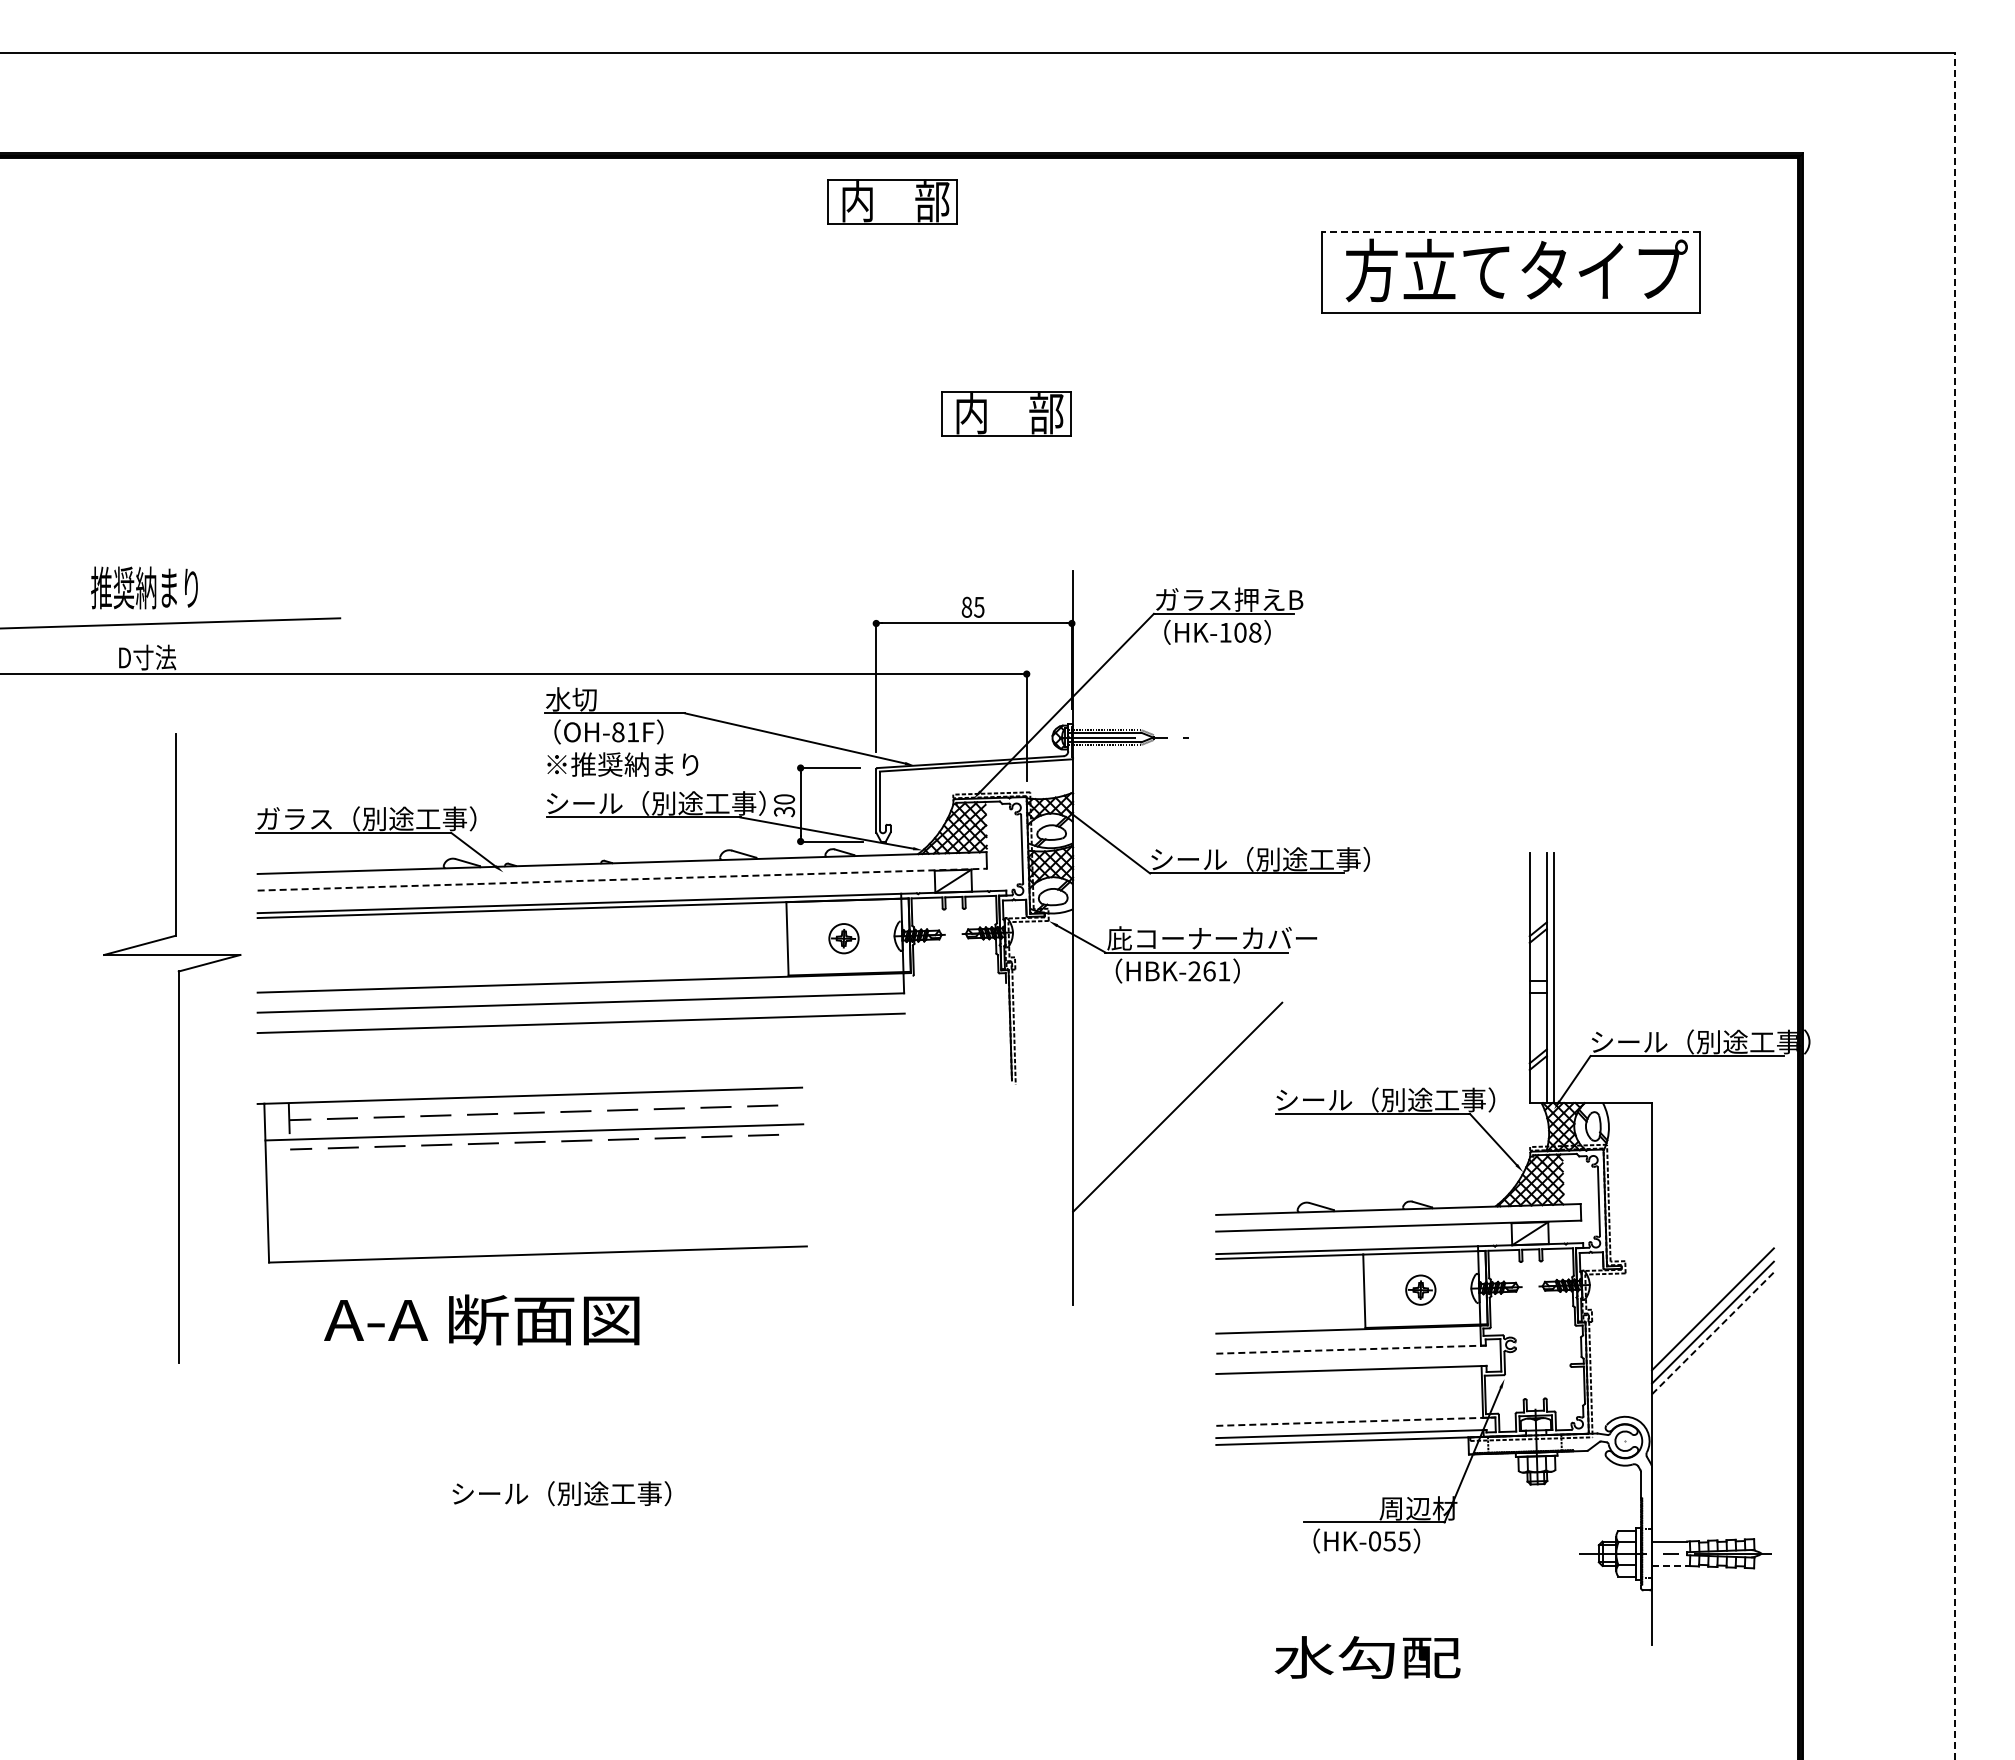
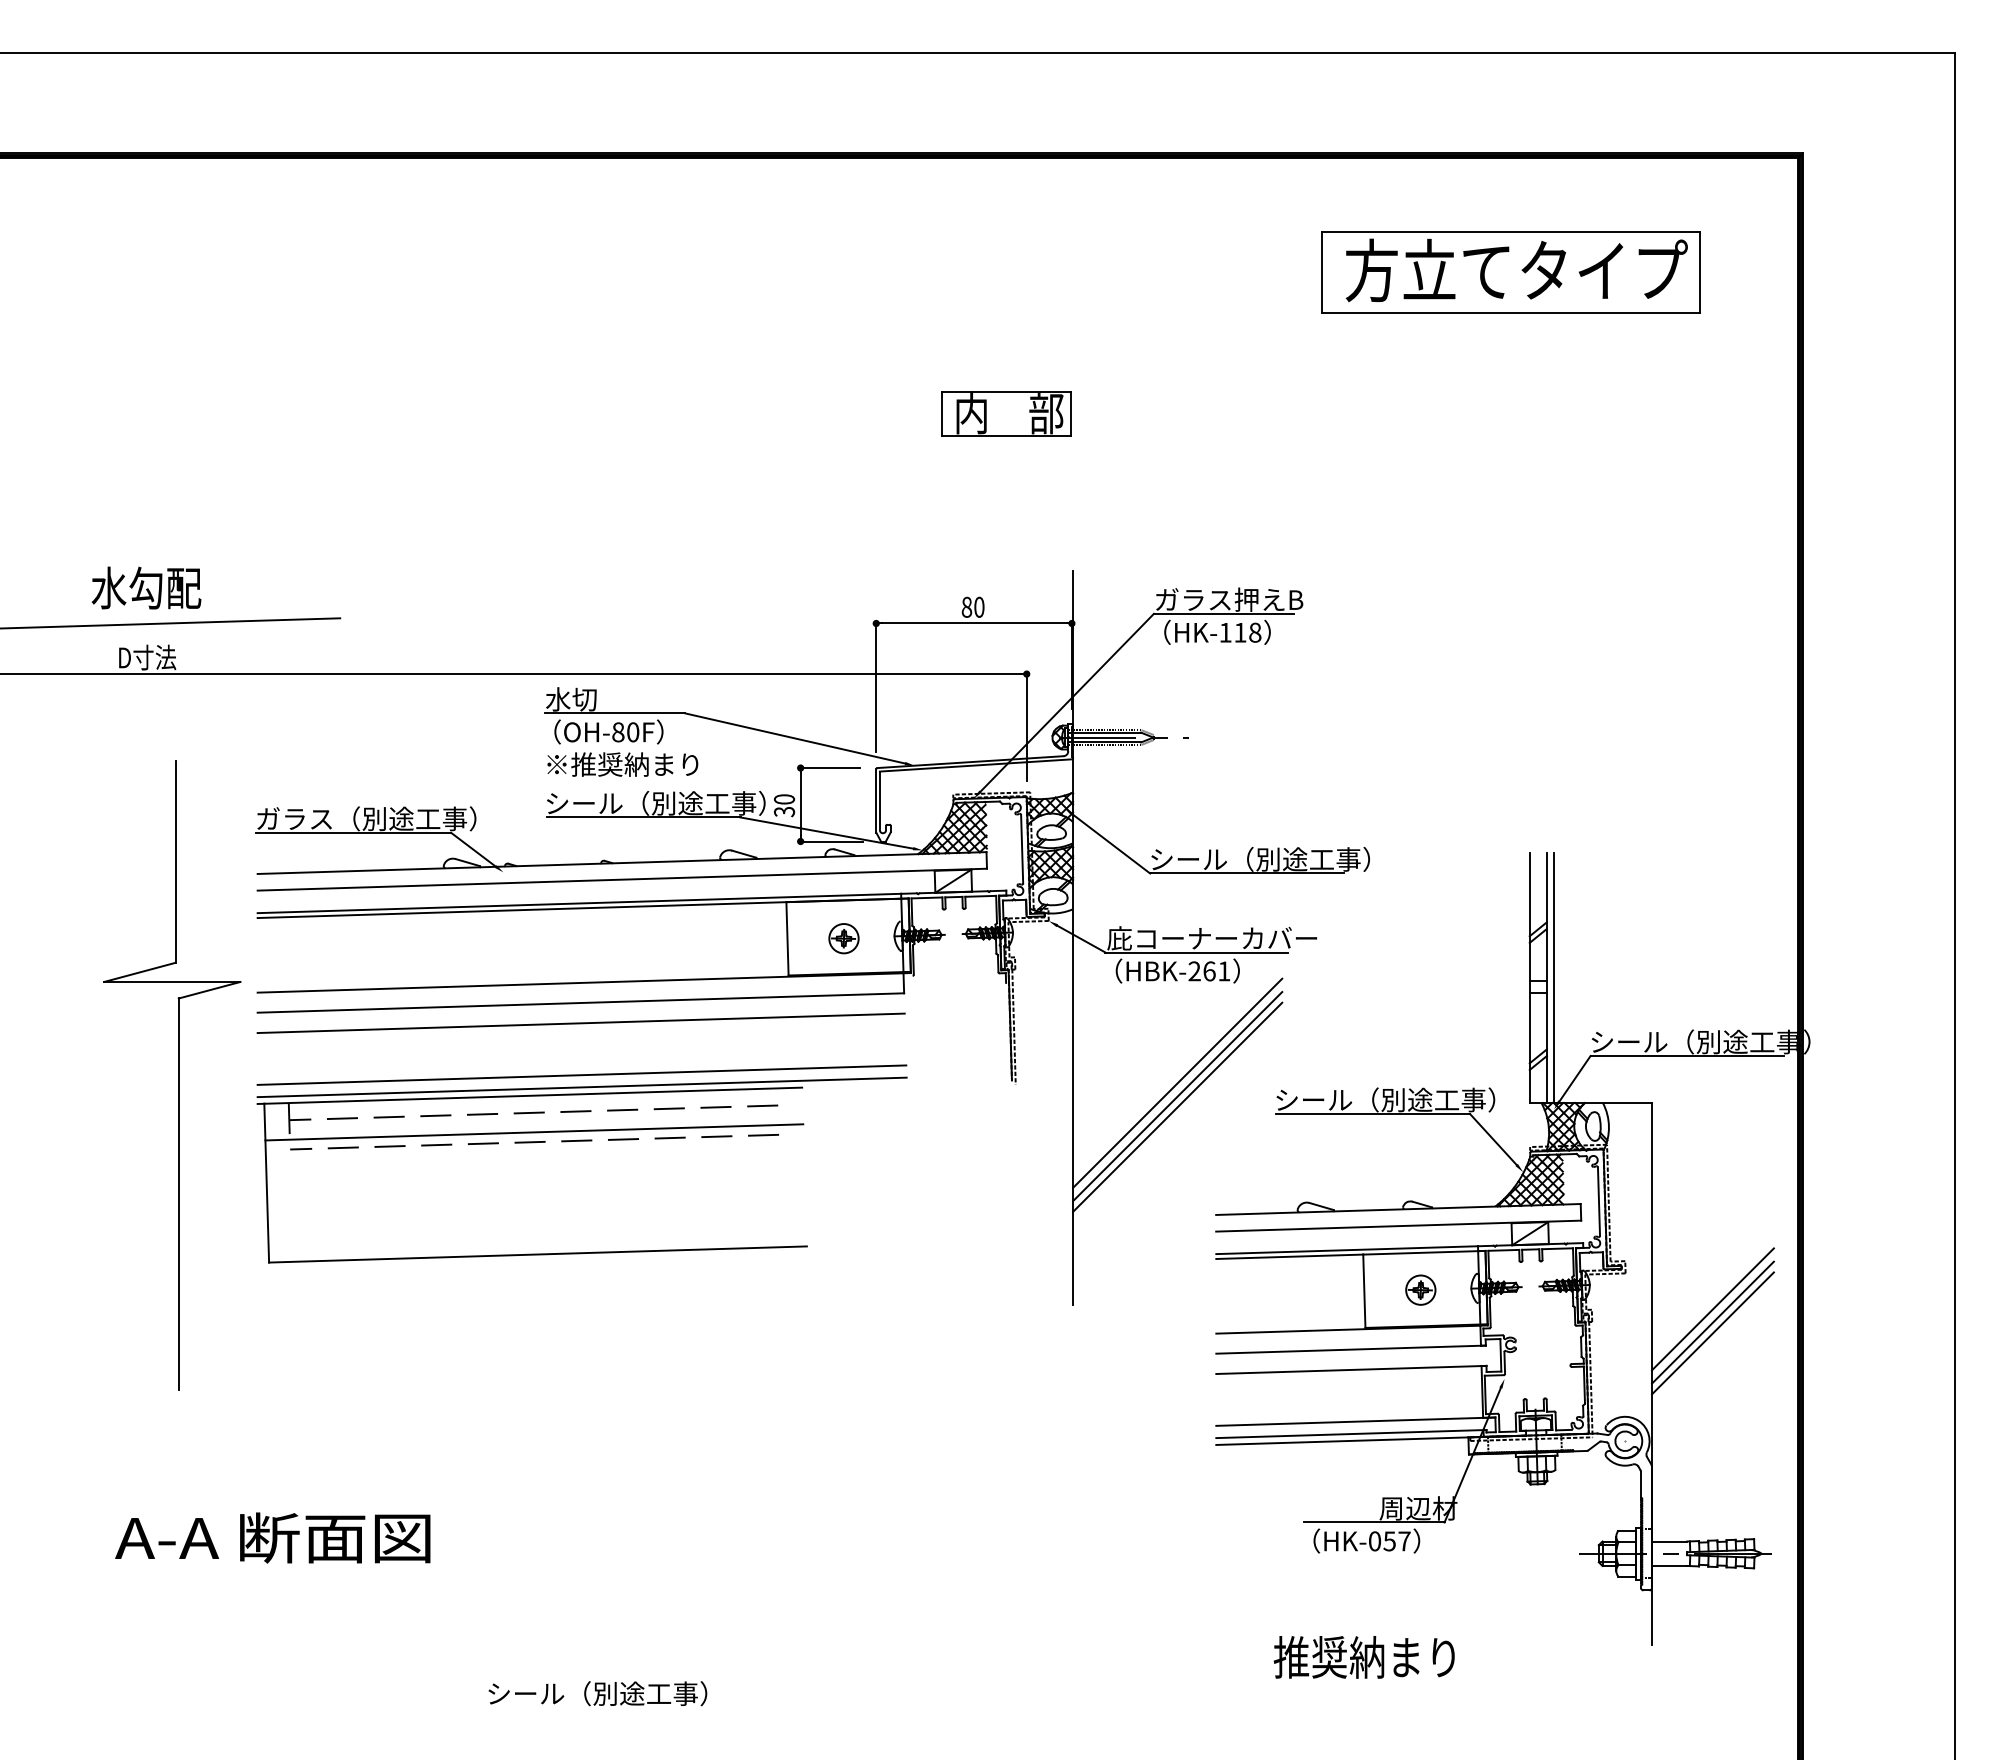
part at (892, 201): present -> none
line at (1510, 231): dashed -> solid
text at (146, 587): 推奨納まり -> 水勾配
text at (979, 606): 85 -> 80
text at (1240, 632): HK-108 -> HK-118
text at (633, 732): OH-81F -> OH-80F
line at (622, 879): dashed -> solid
line at (1954, 905): dashed -> solid
part at (172, 1048) position: (172, 1048) -> (172, 1075)
line at (581, 1074): none -> present
line at (1177, 1082): none -> present
line at (581, 1087): none -> present
line at (1177, 1096): none -> present
text at (481, 1319) position: (481, 1319) -> (272, 1537)
line at (1713, 1333): dashed -> solid
line at (1351, 1349): dashed -> solid
line at (1355, 1421): dashed -> solid
text at (561, 1493) position: (561, 1493) -> (597, 1693)
text at (1404, 1541): HK-055 -> HK-057
line at (1669, 1565): dashed -> solid
text at (1366, 1657): 水勾配 -> 推奨納まり
